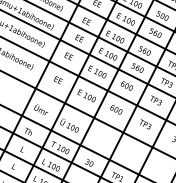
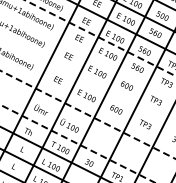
line at (100, 38): solid -> dashed
line at (87, 53): present -> none
line at (87, 80): present -> none
line at (87, 114): solid -> dashed
line at (77, 143): solid -> dashed
